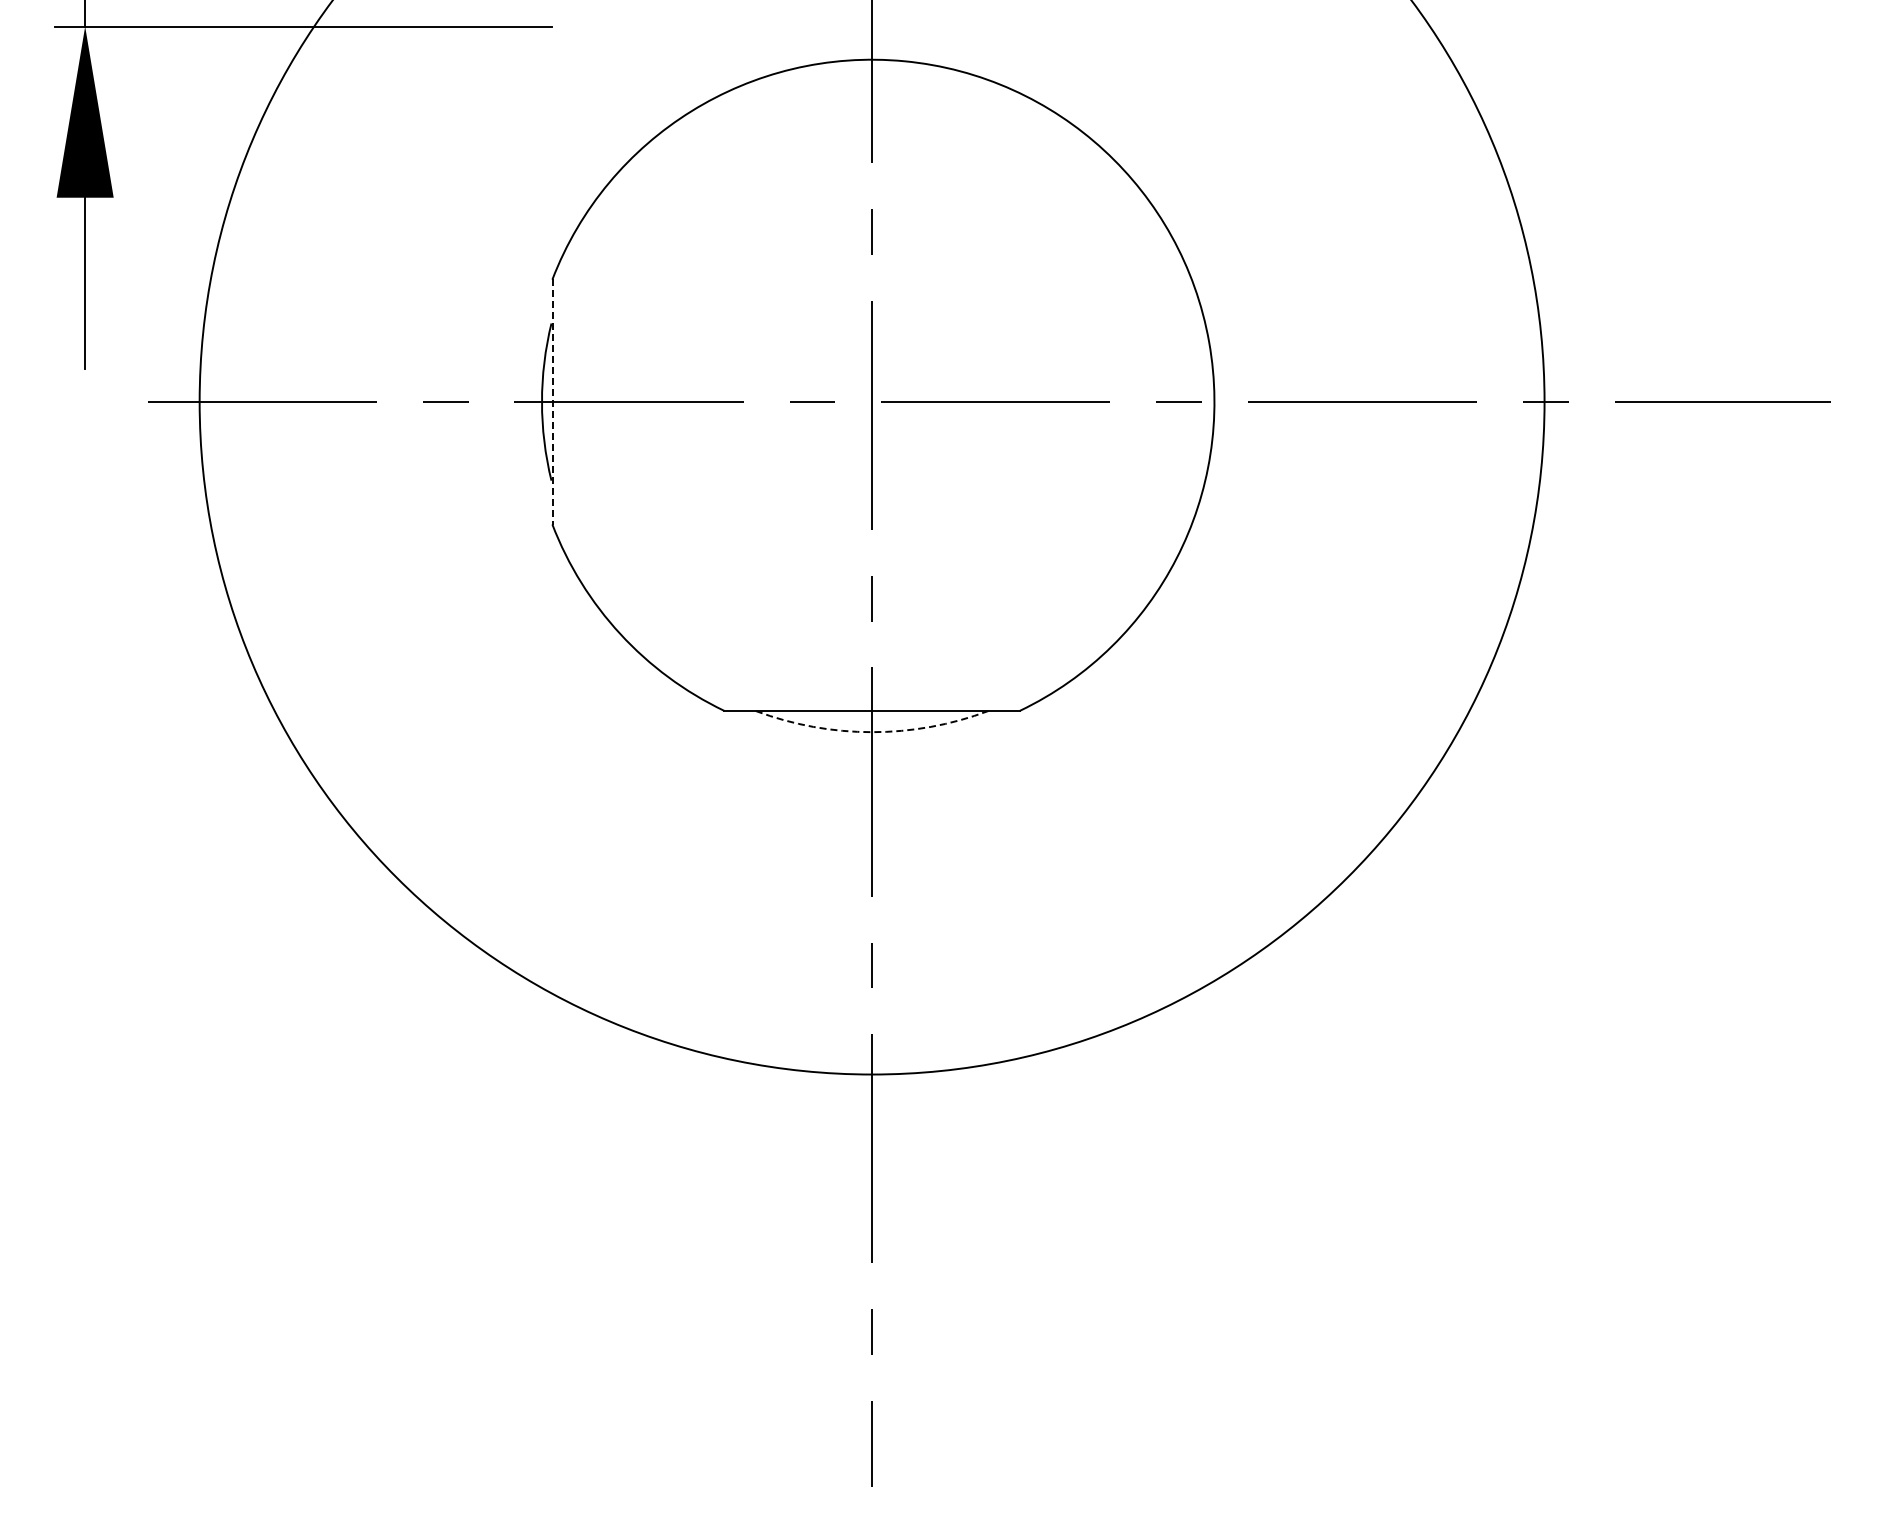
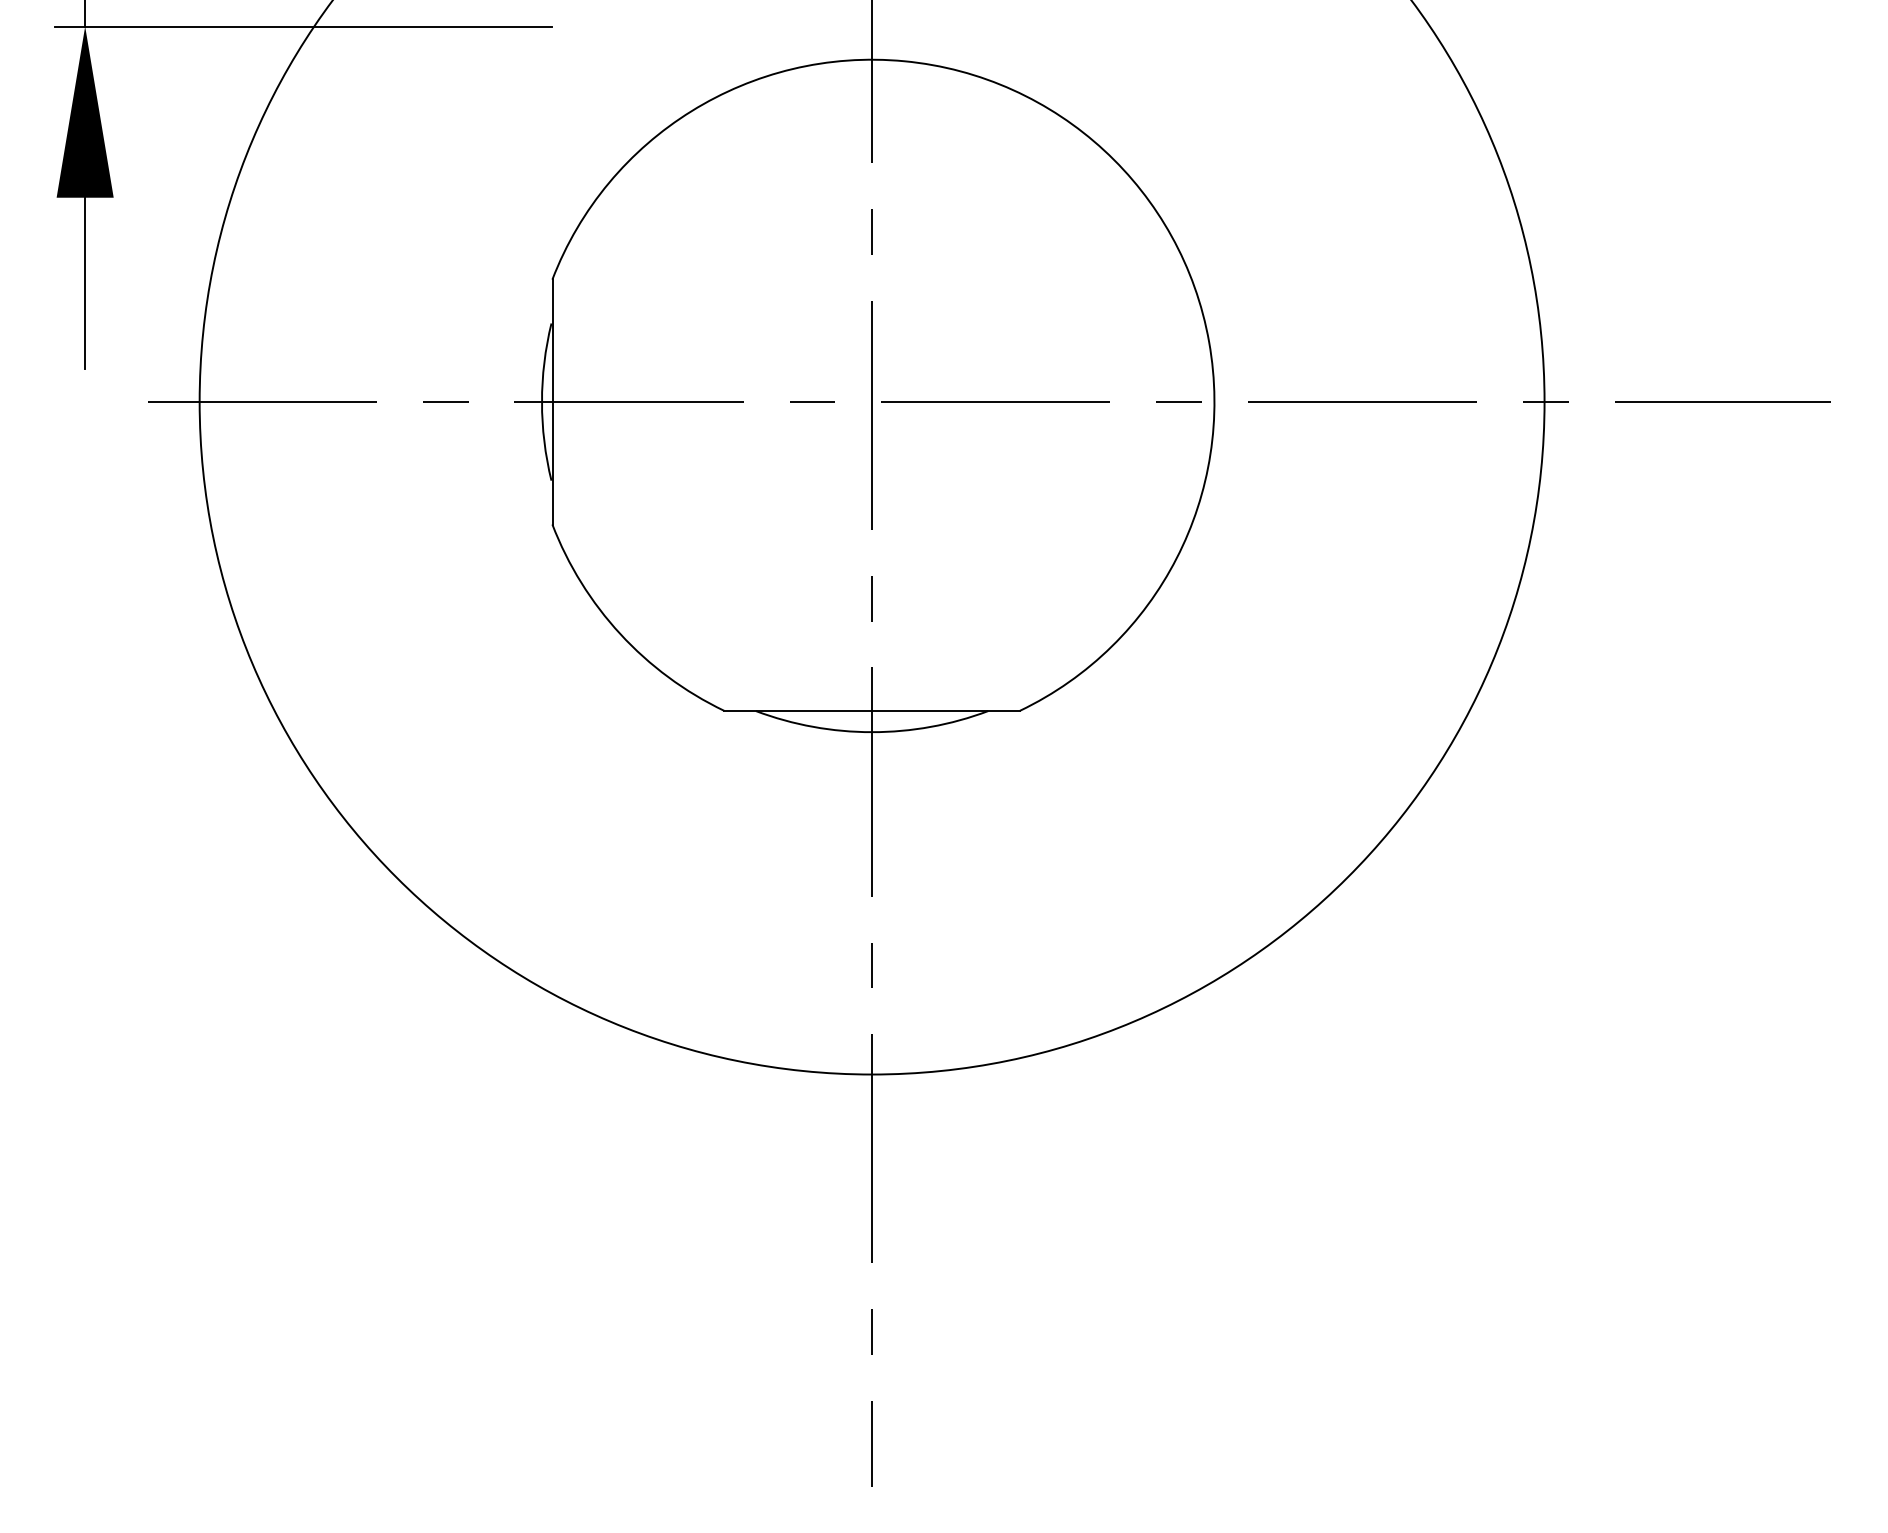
line at (552, 402): dashed -> solid
arc at (872, 732): dashed -> solid
